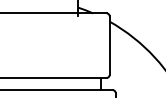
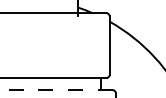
line at (55, 90): solid -> dashed
